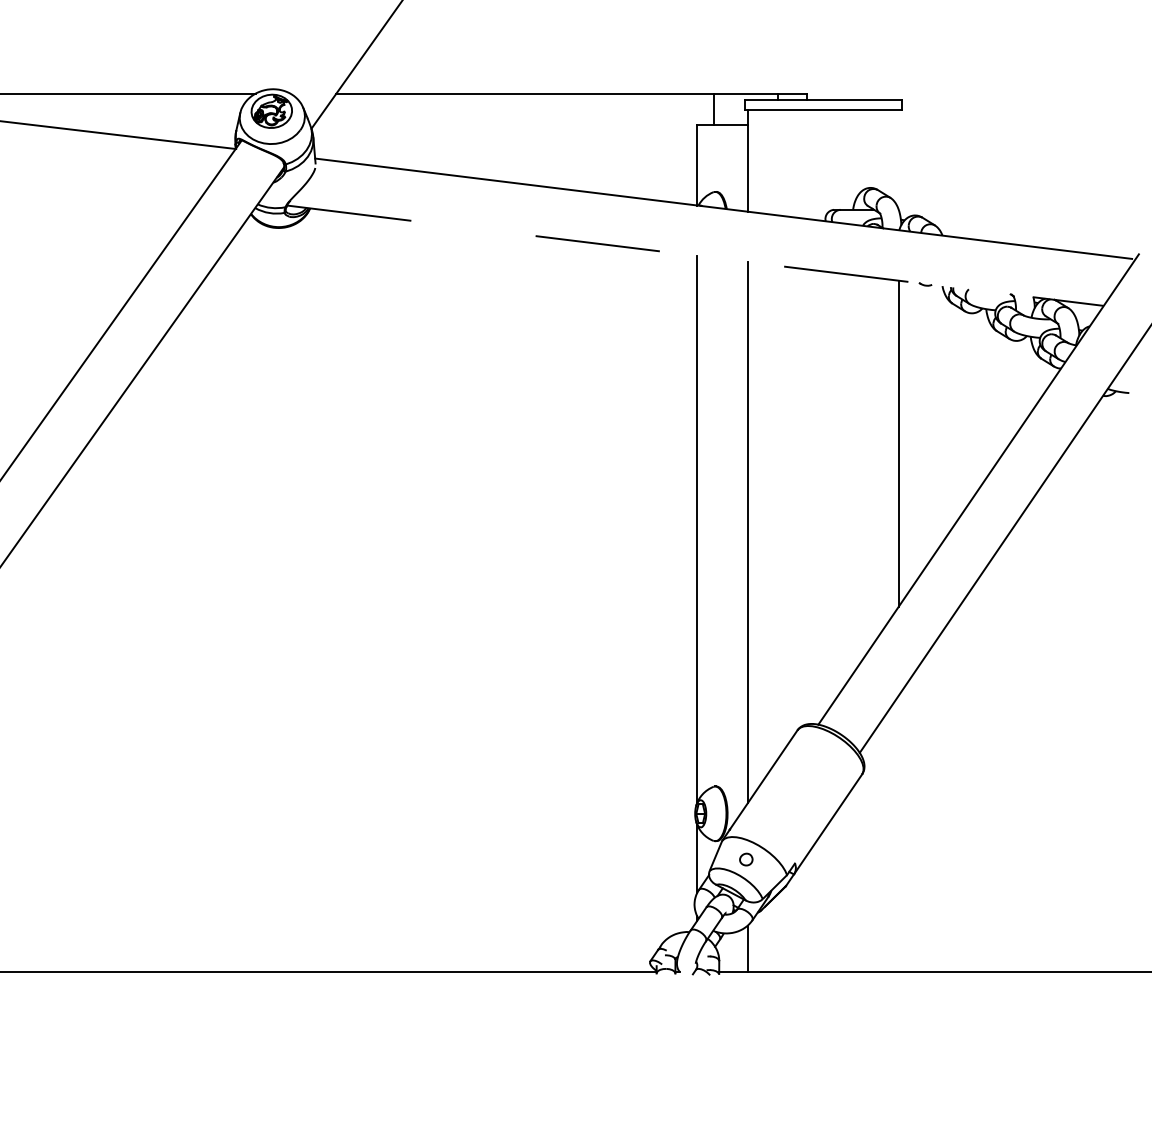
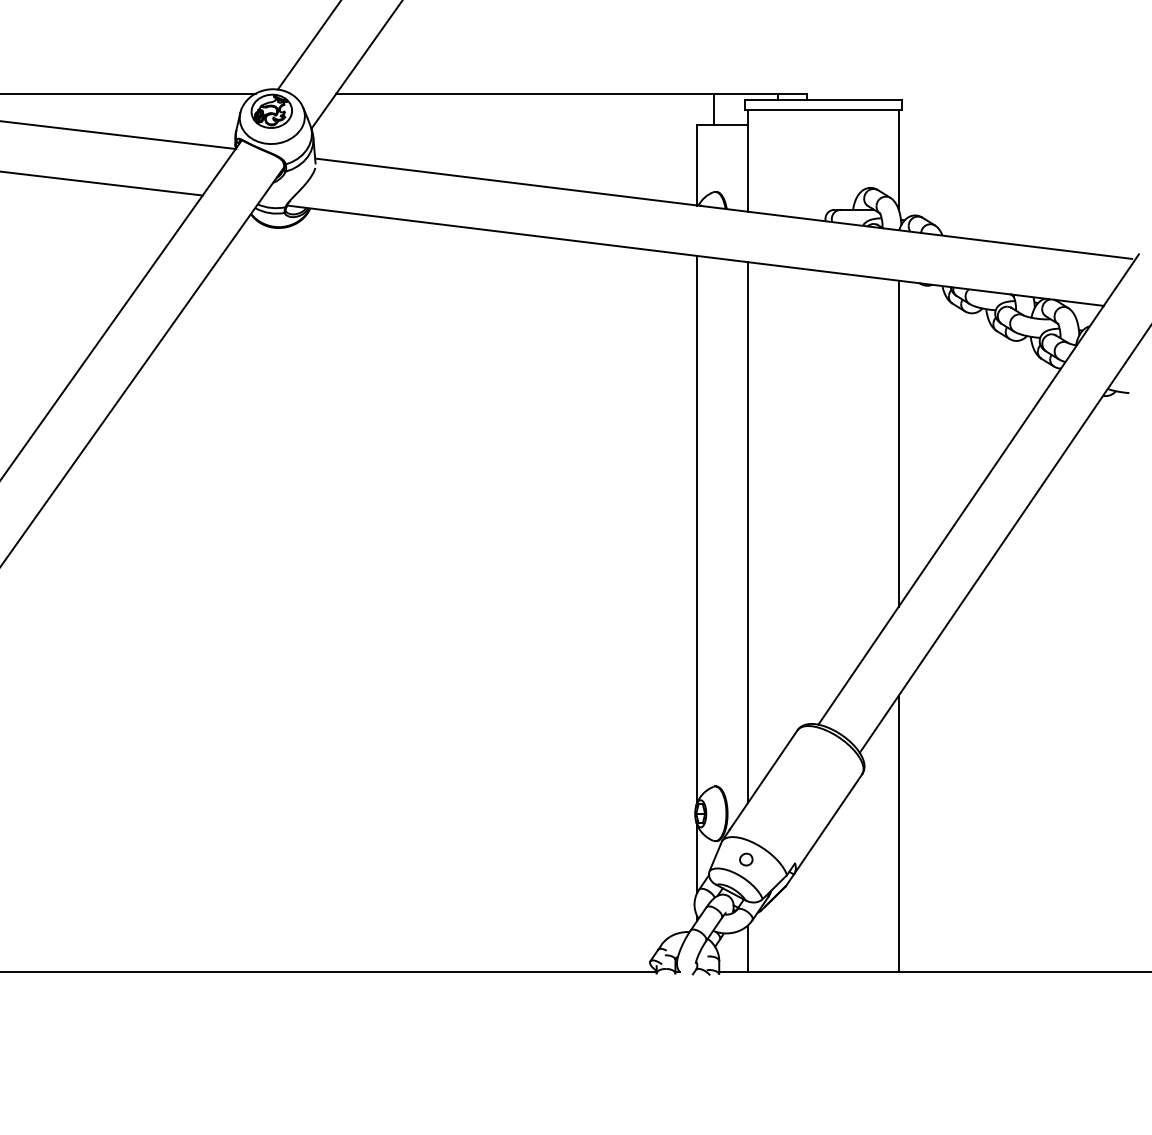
line at (308, 45): none -> present
line at (898, 159): none -> present
line at (102, 183): none -> present
line at (695, 255): dashed -> solid
line at (898, 833): none -> present
